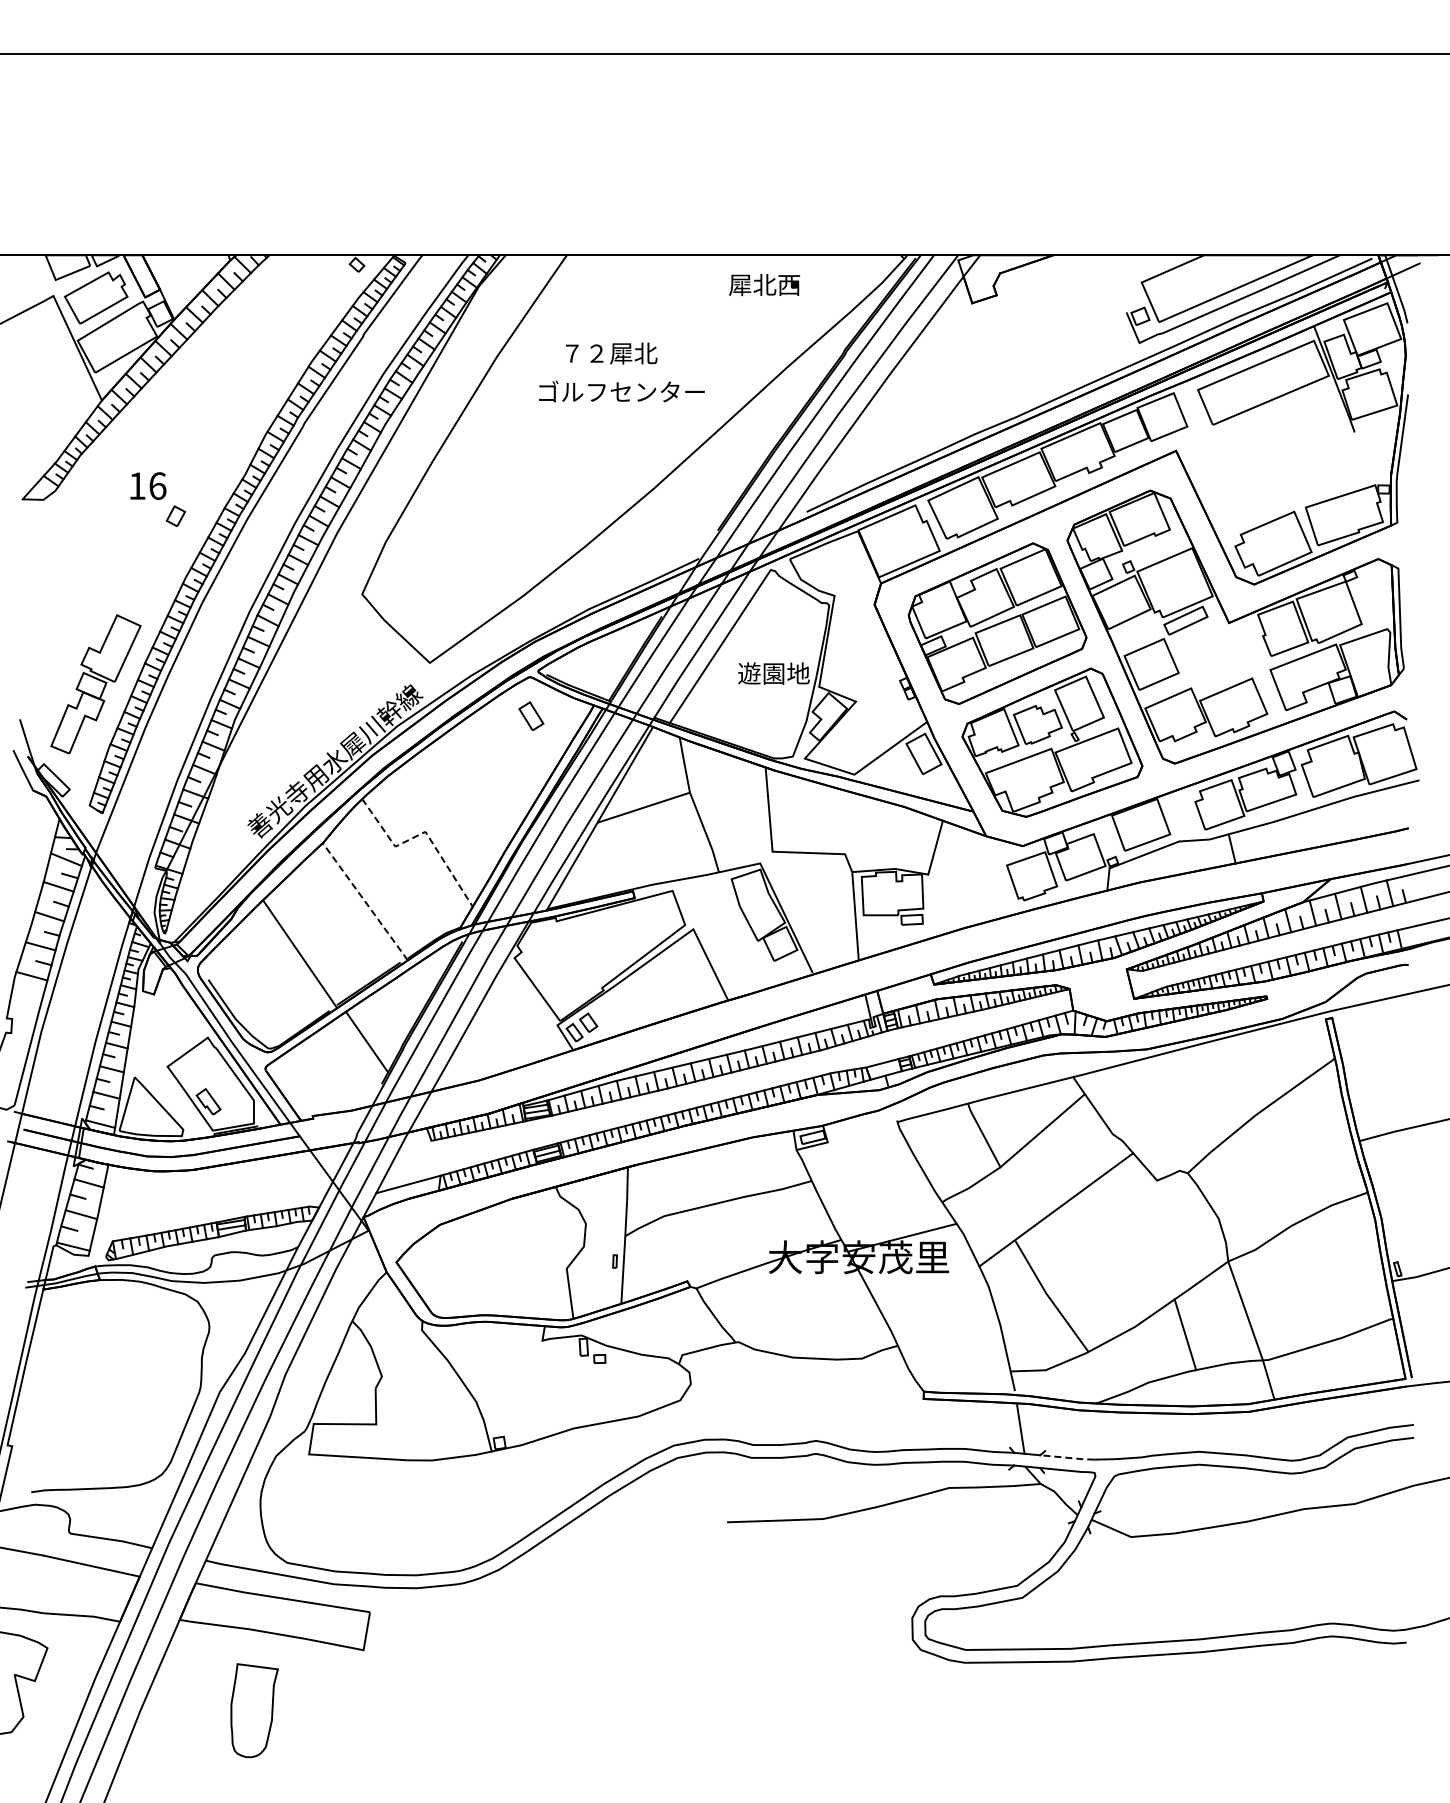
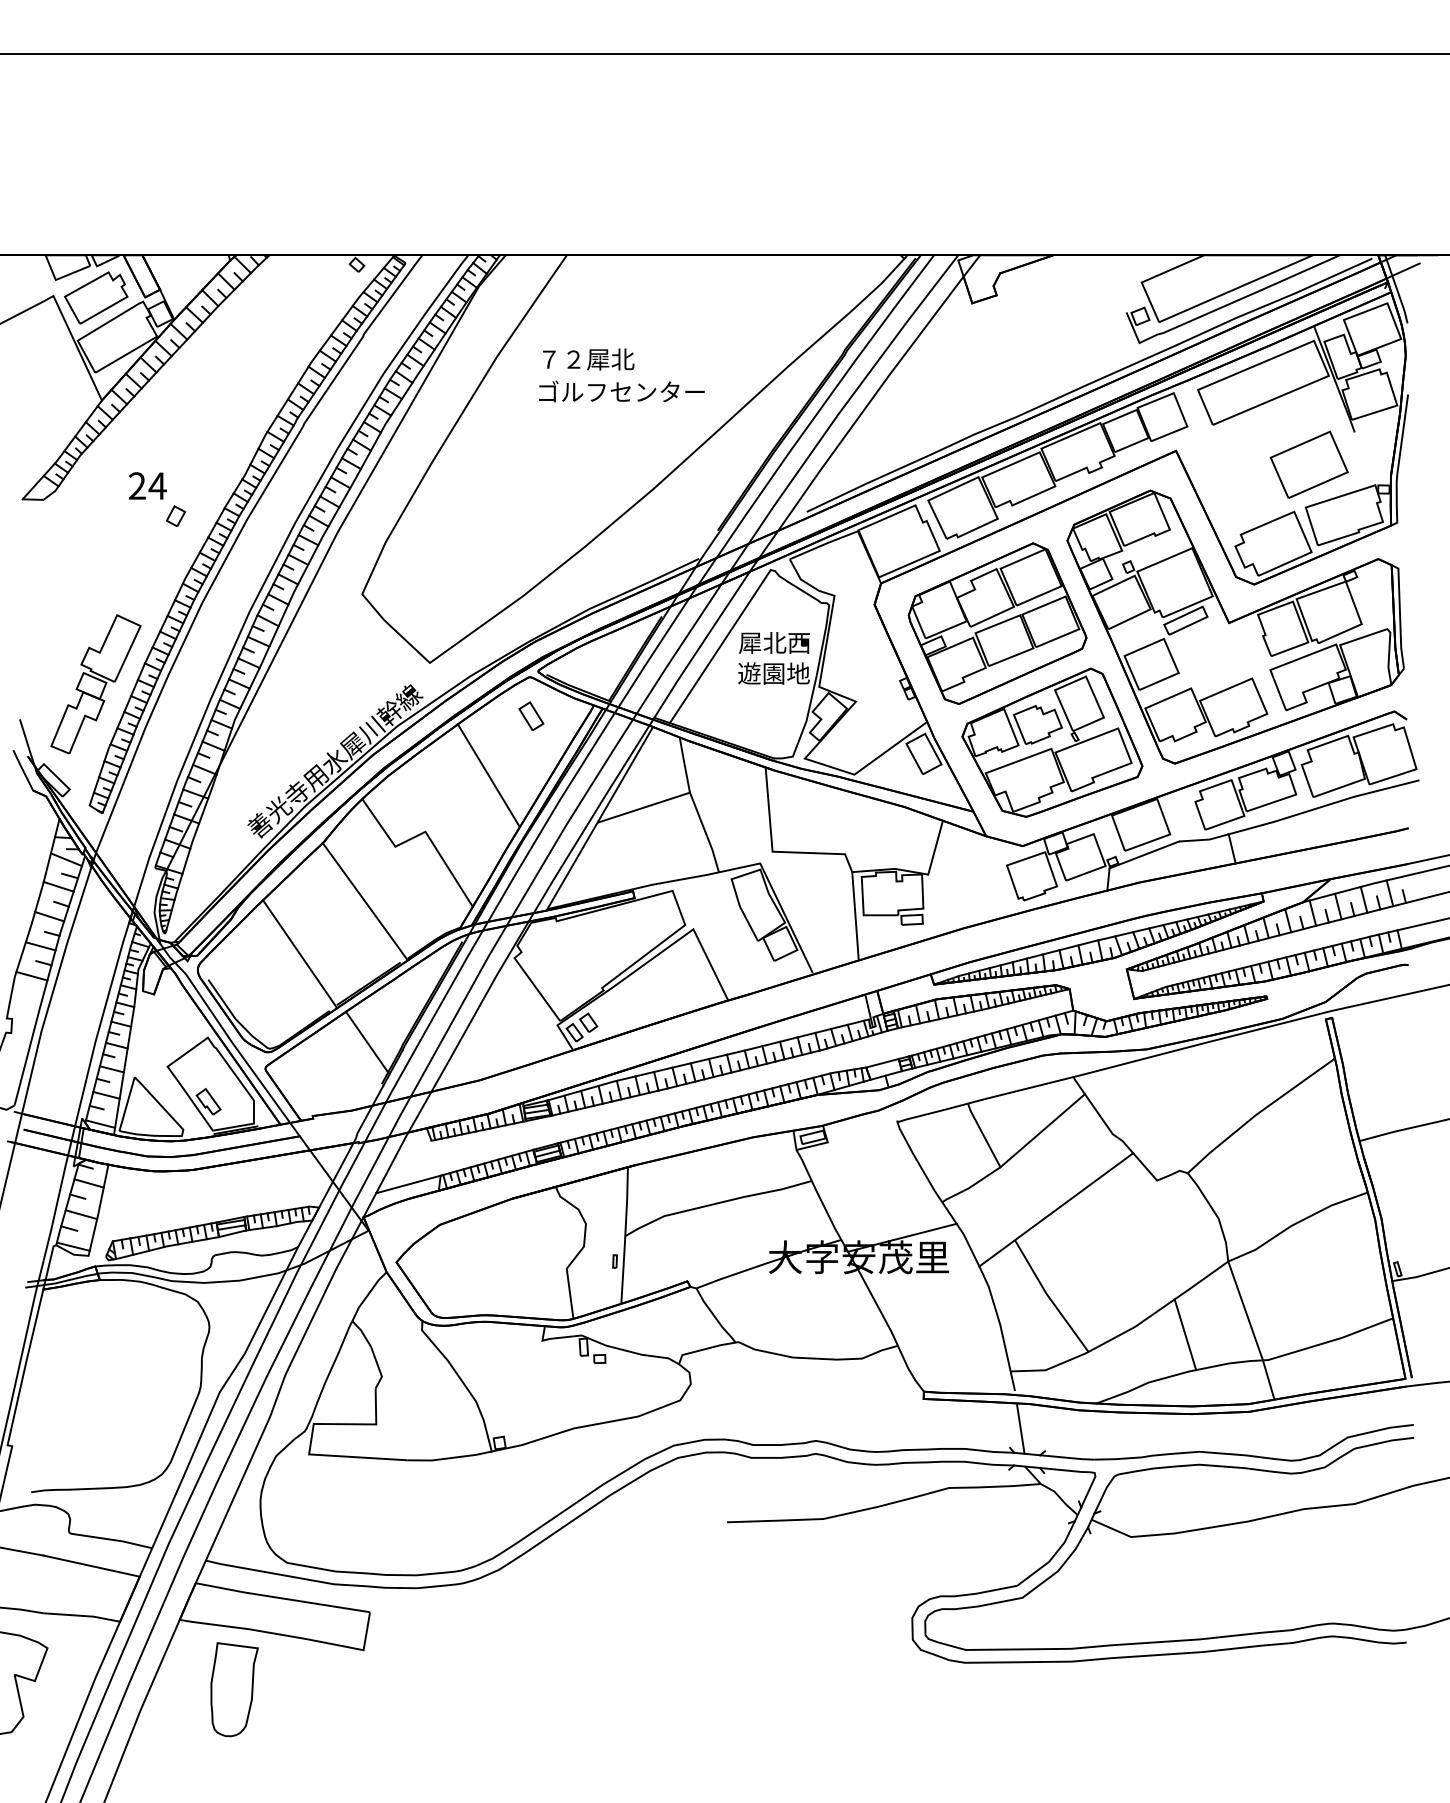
text at (764, 284) position: (764, 284) -> (774, 642)
text at (611, 353) position: (611, 353) -> (588, 359)
part at (1308, 464): none -> present
text at (147, 485): 16 -> 24
line at (488, 775): none -> present
line at (423, 832): dashed -> solid
line at (365, 901): dashed -> solid
line at (1067, 1457): dashed -> solid
part at (254, 1710) position: (254, 1710) -> (234, 1689)
